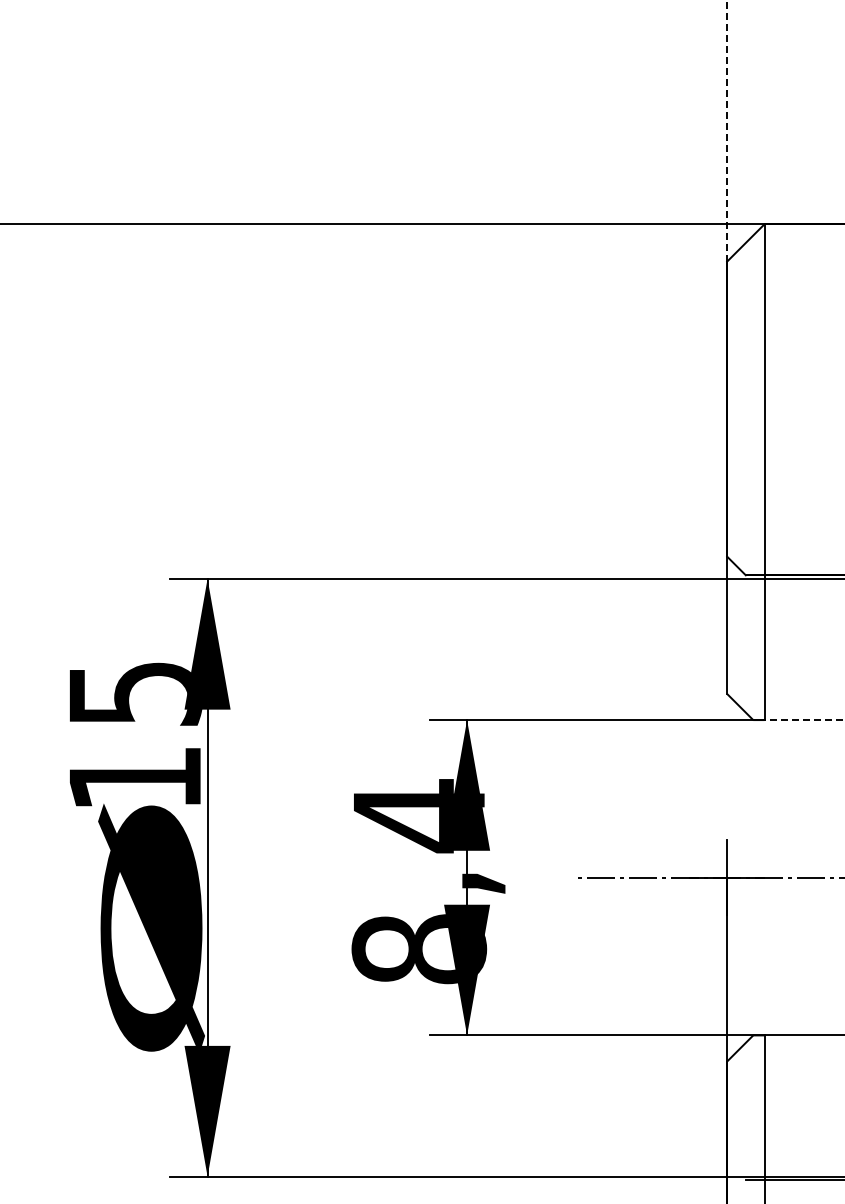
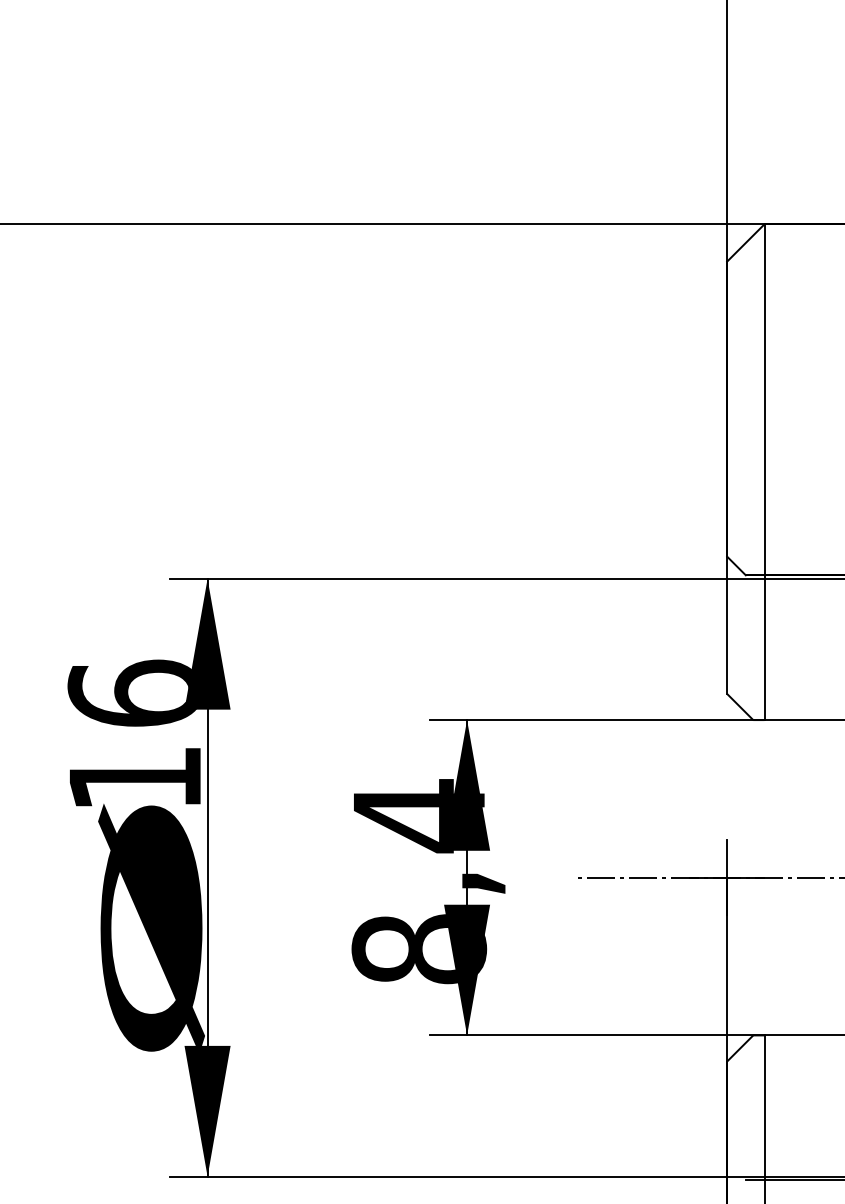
line at (727, 130): dashed -> solid
text at (134, 692): 15 -> 16
line at (804, 720): dashed -> solid
